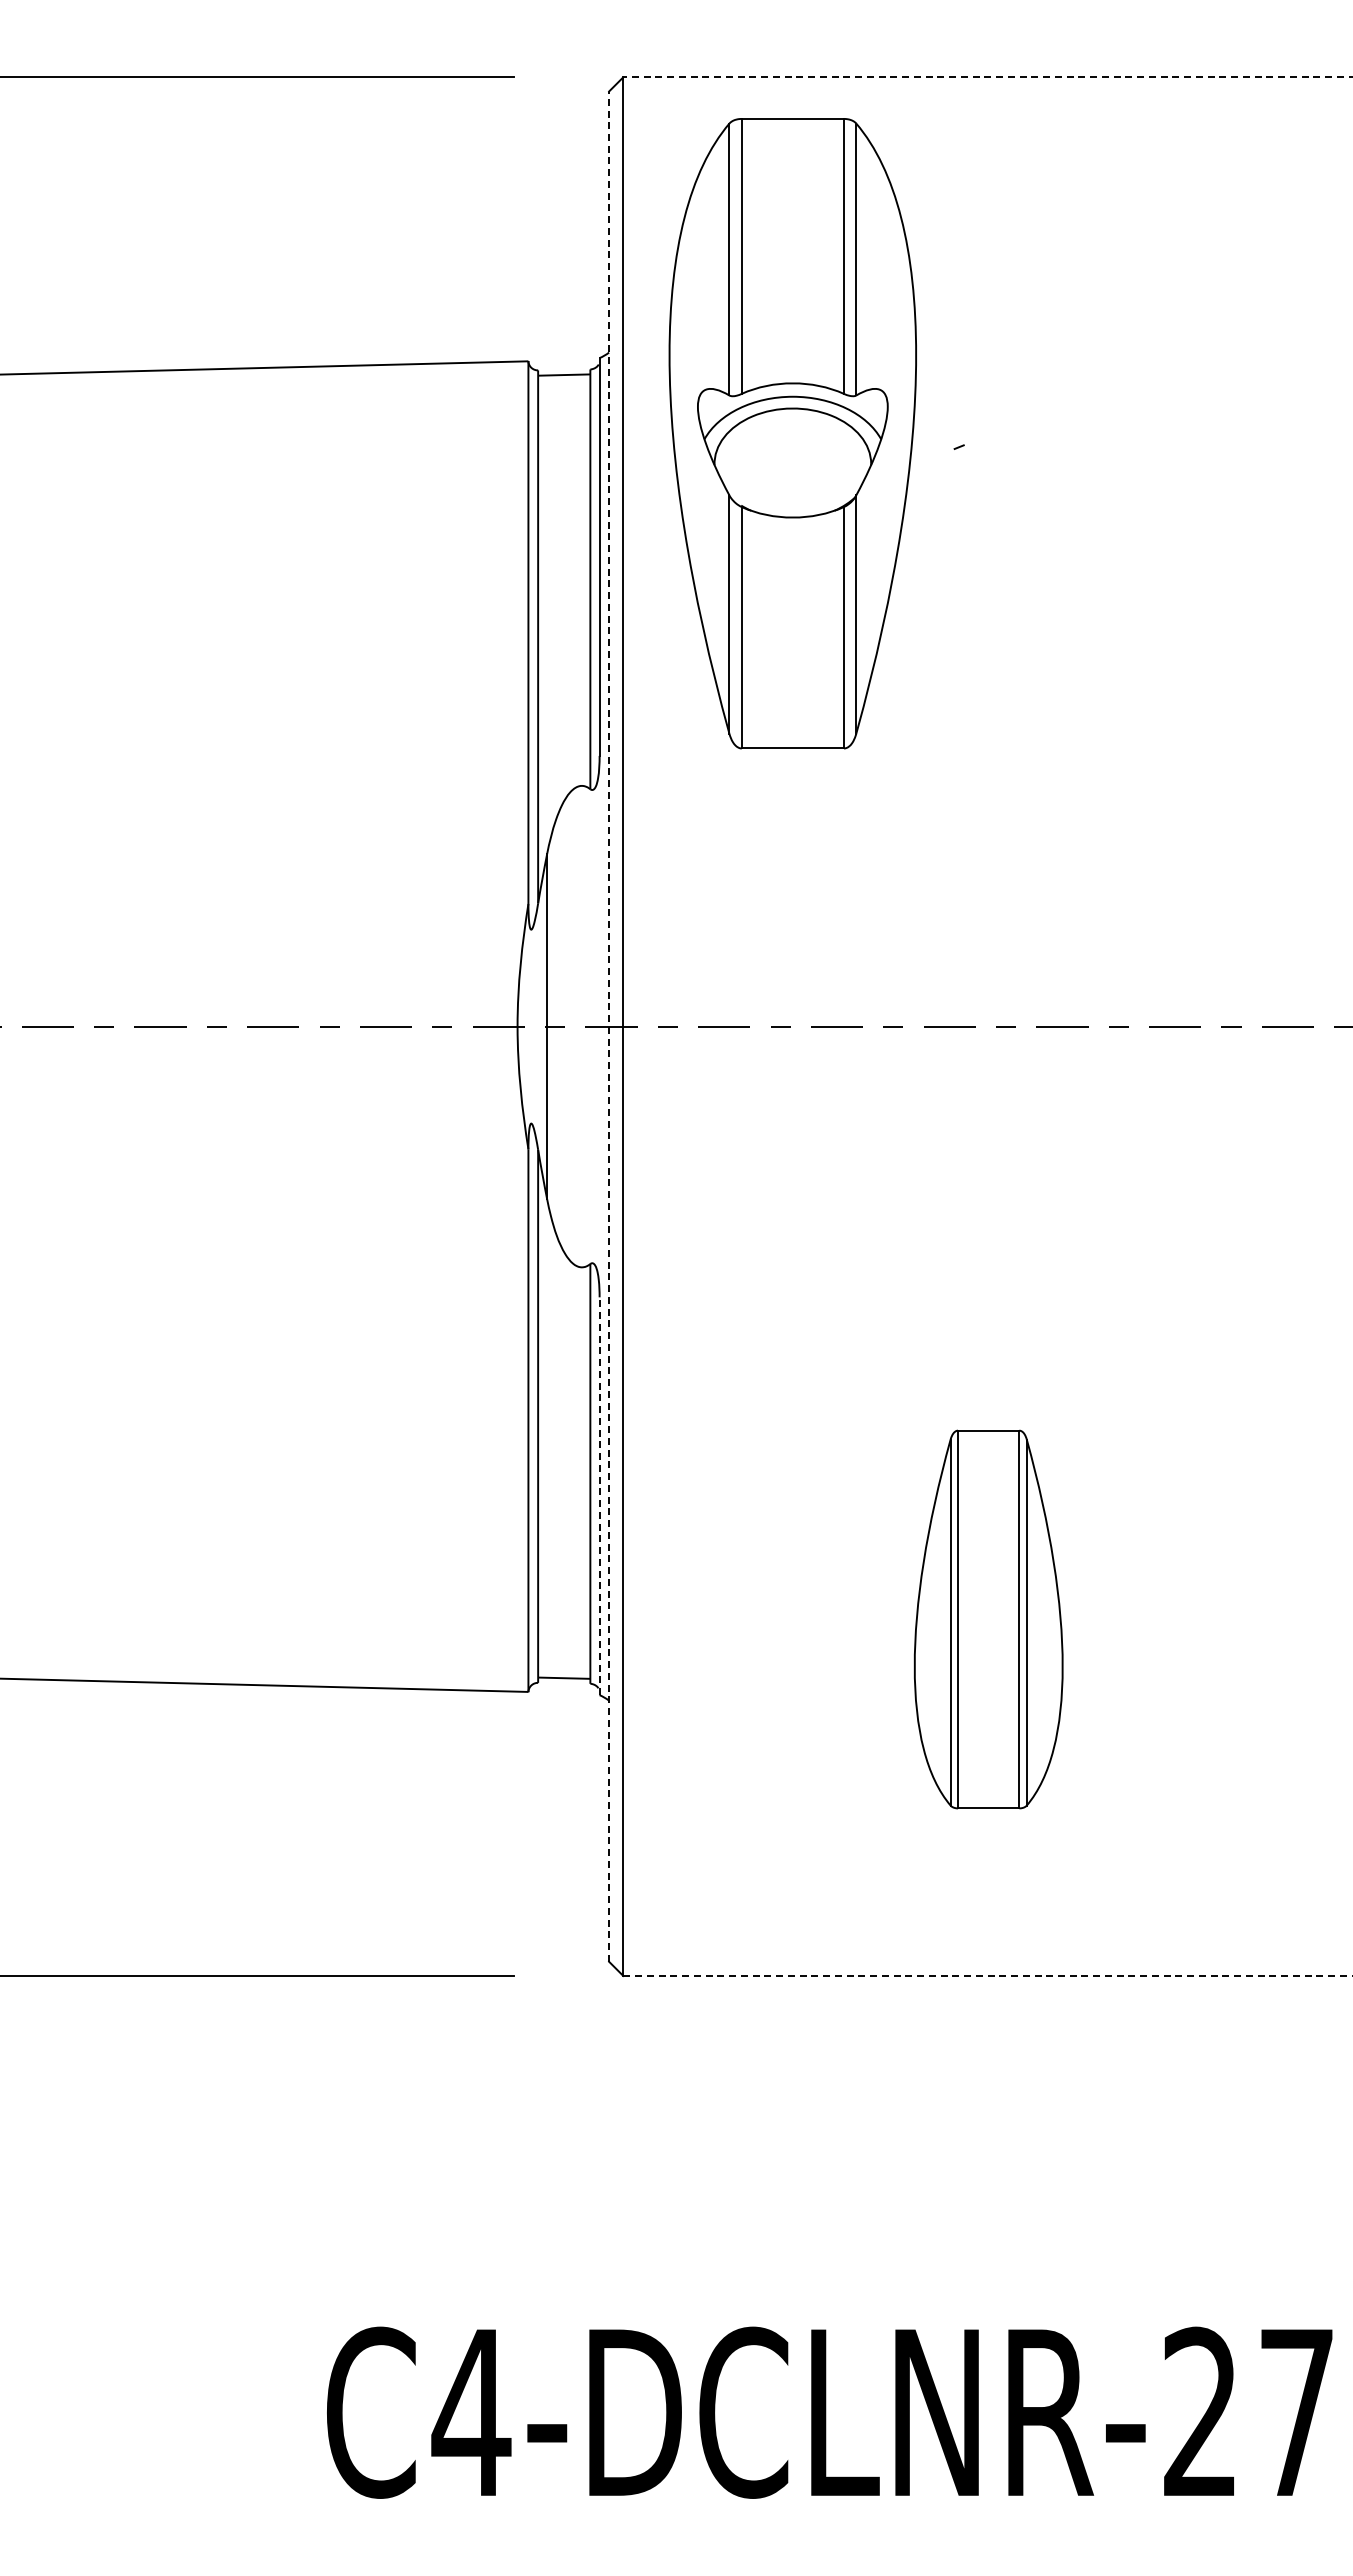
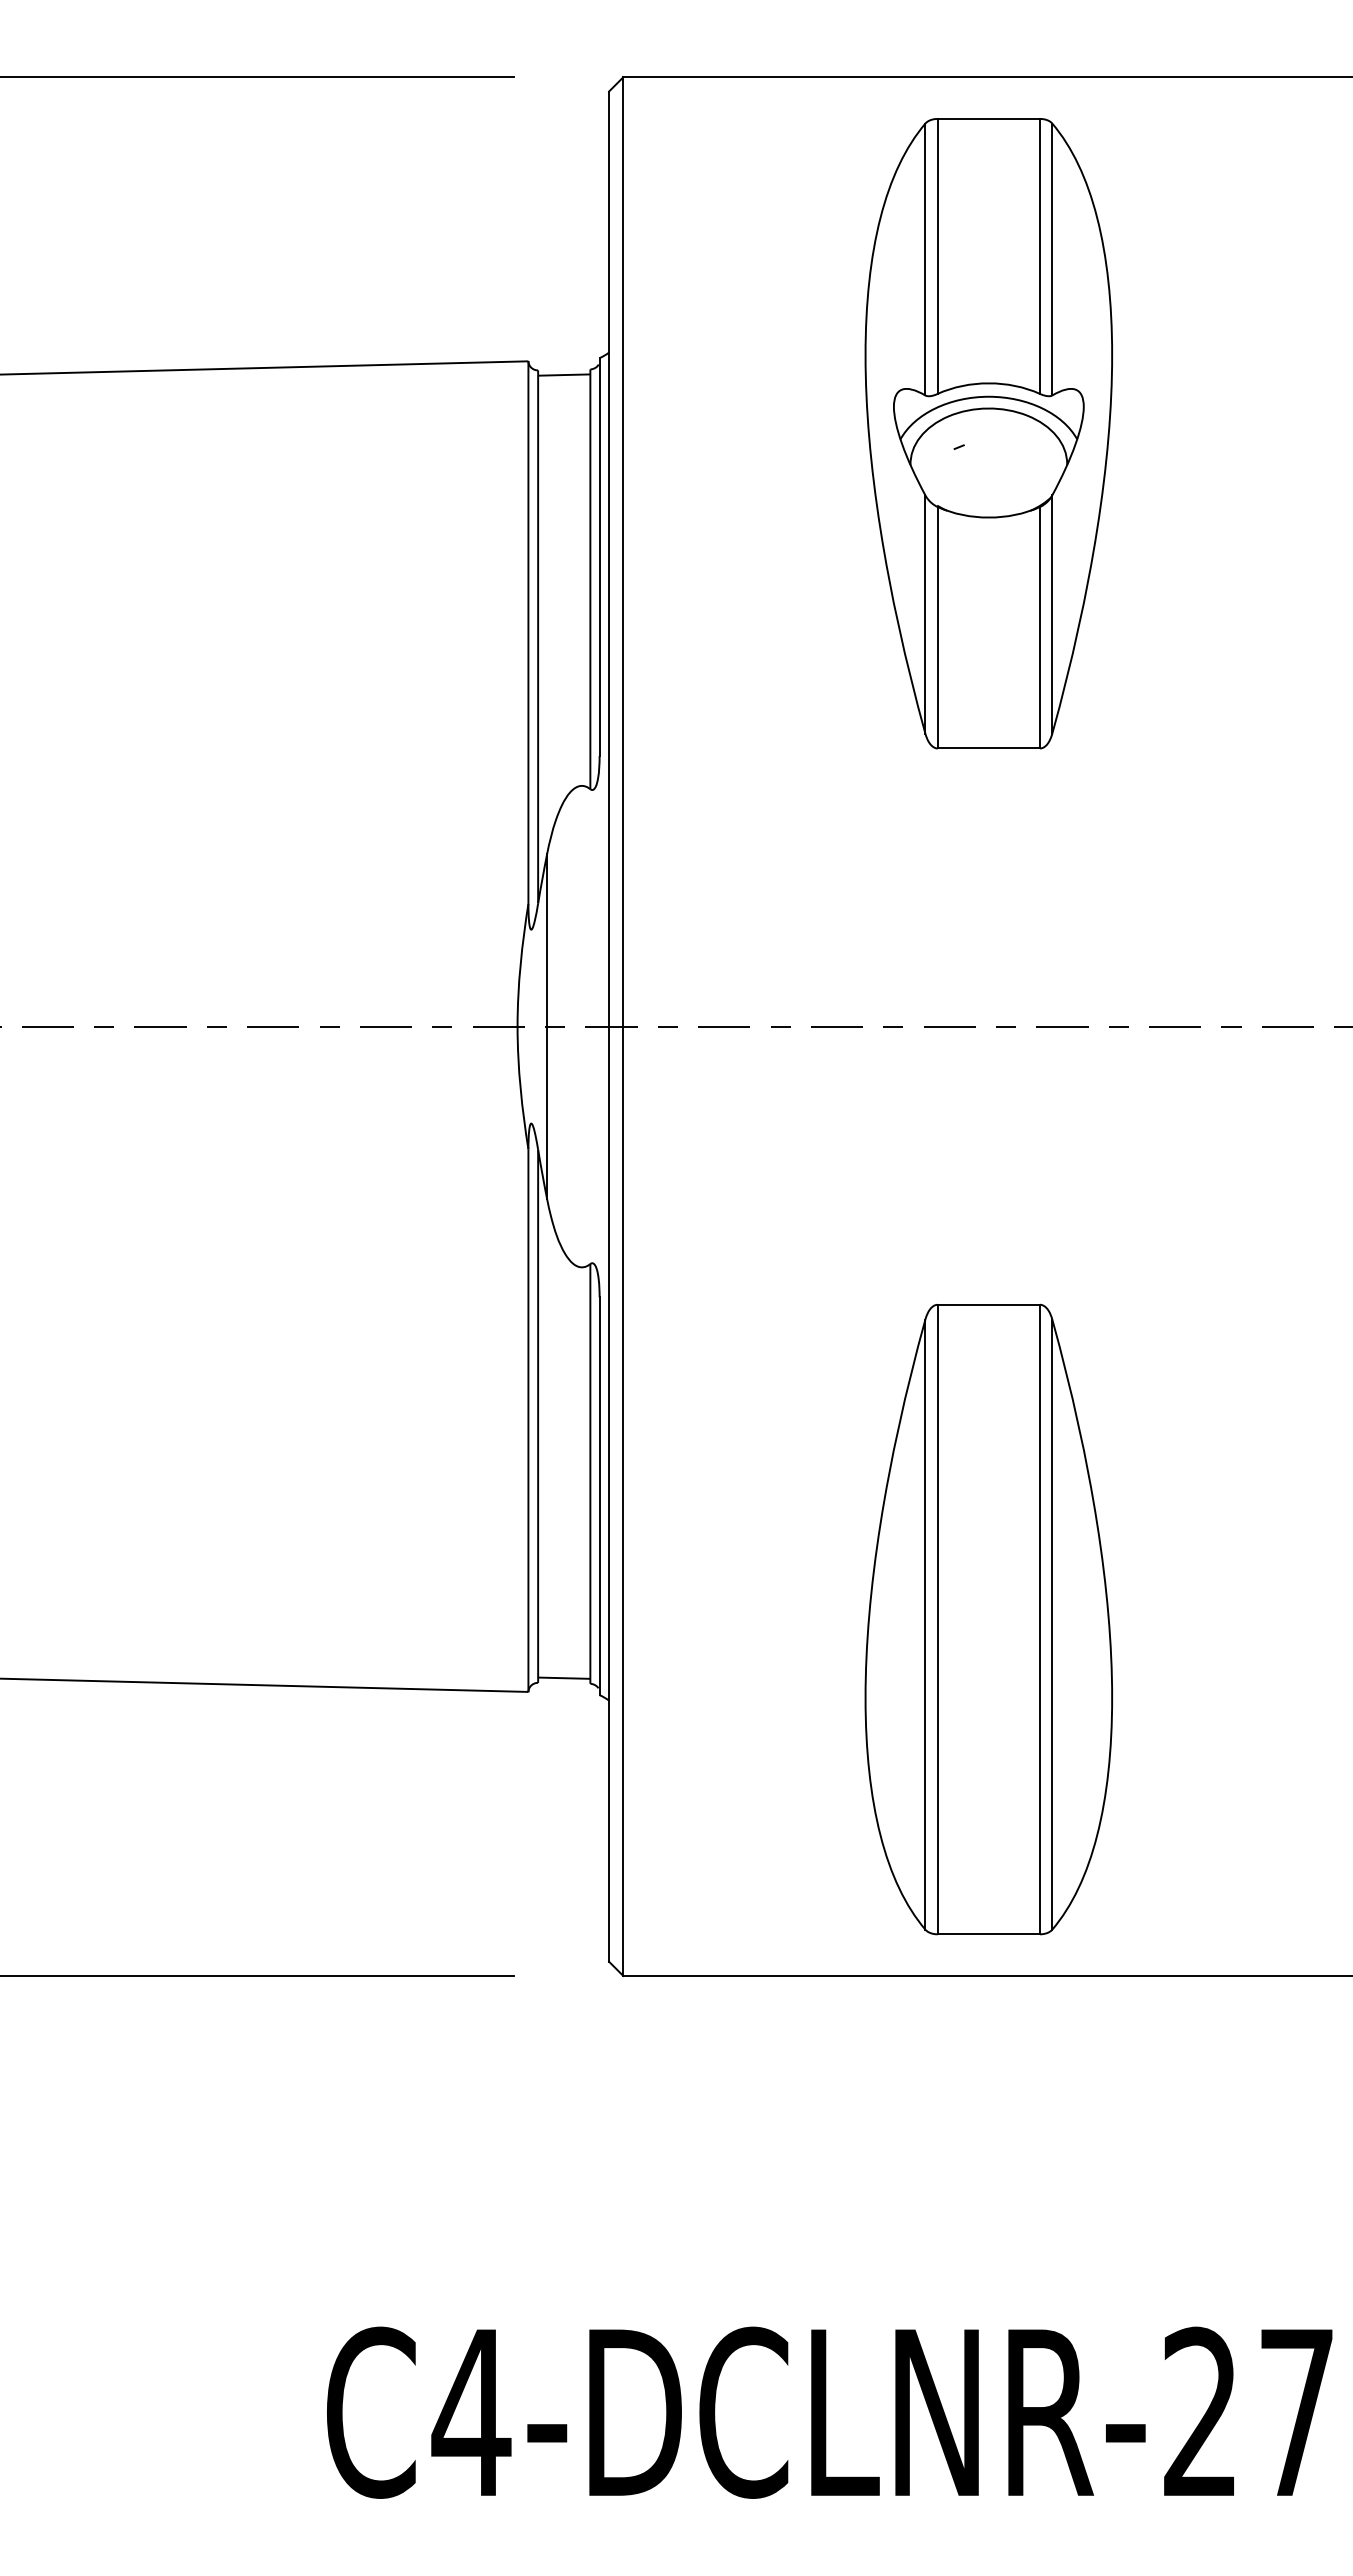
line at (987, 77): dashed -> solid
part at (792, 433) position: (792, 433) -> (988, 433)
line at (609, 1026): dashed -> solid
line at (599, 1496): dashed -> solid
part at (988, 1619) size: 151x381 px -> 249x633 px
line at (988, 1975): dashed -> solid
